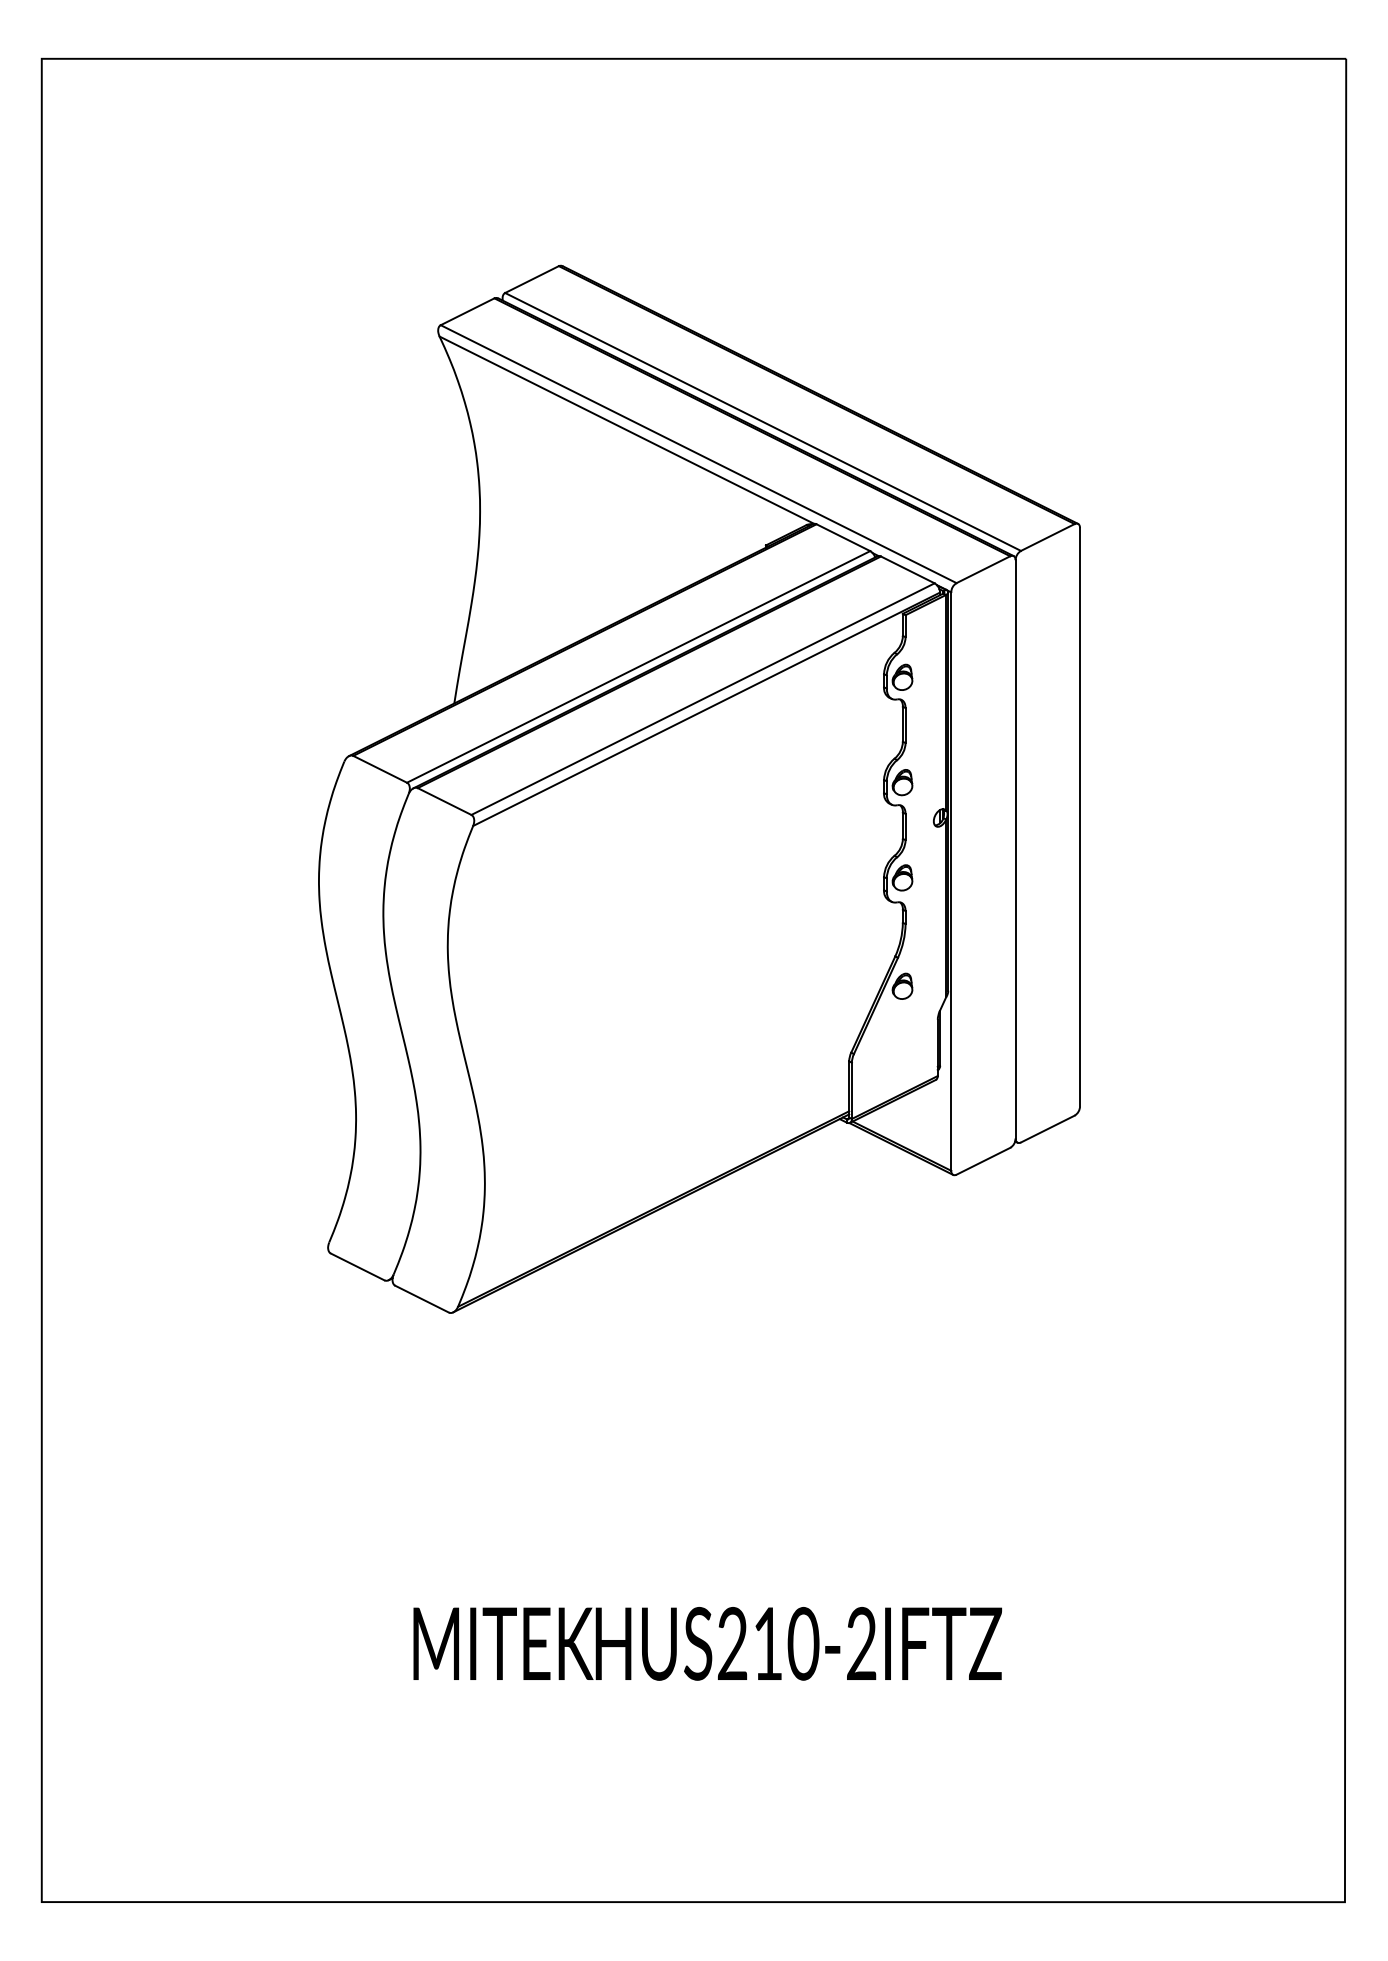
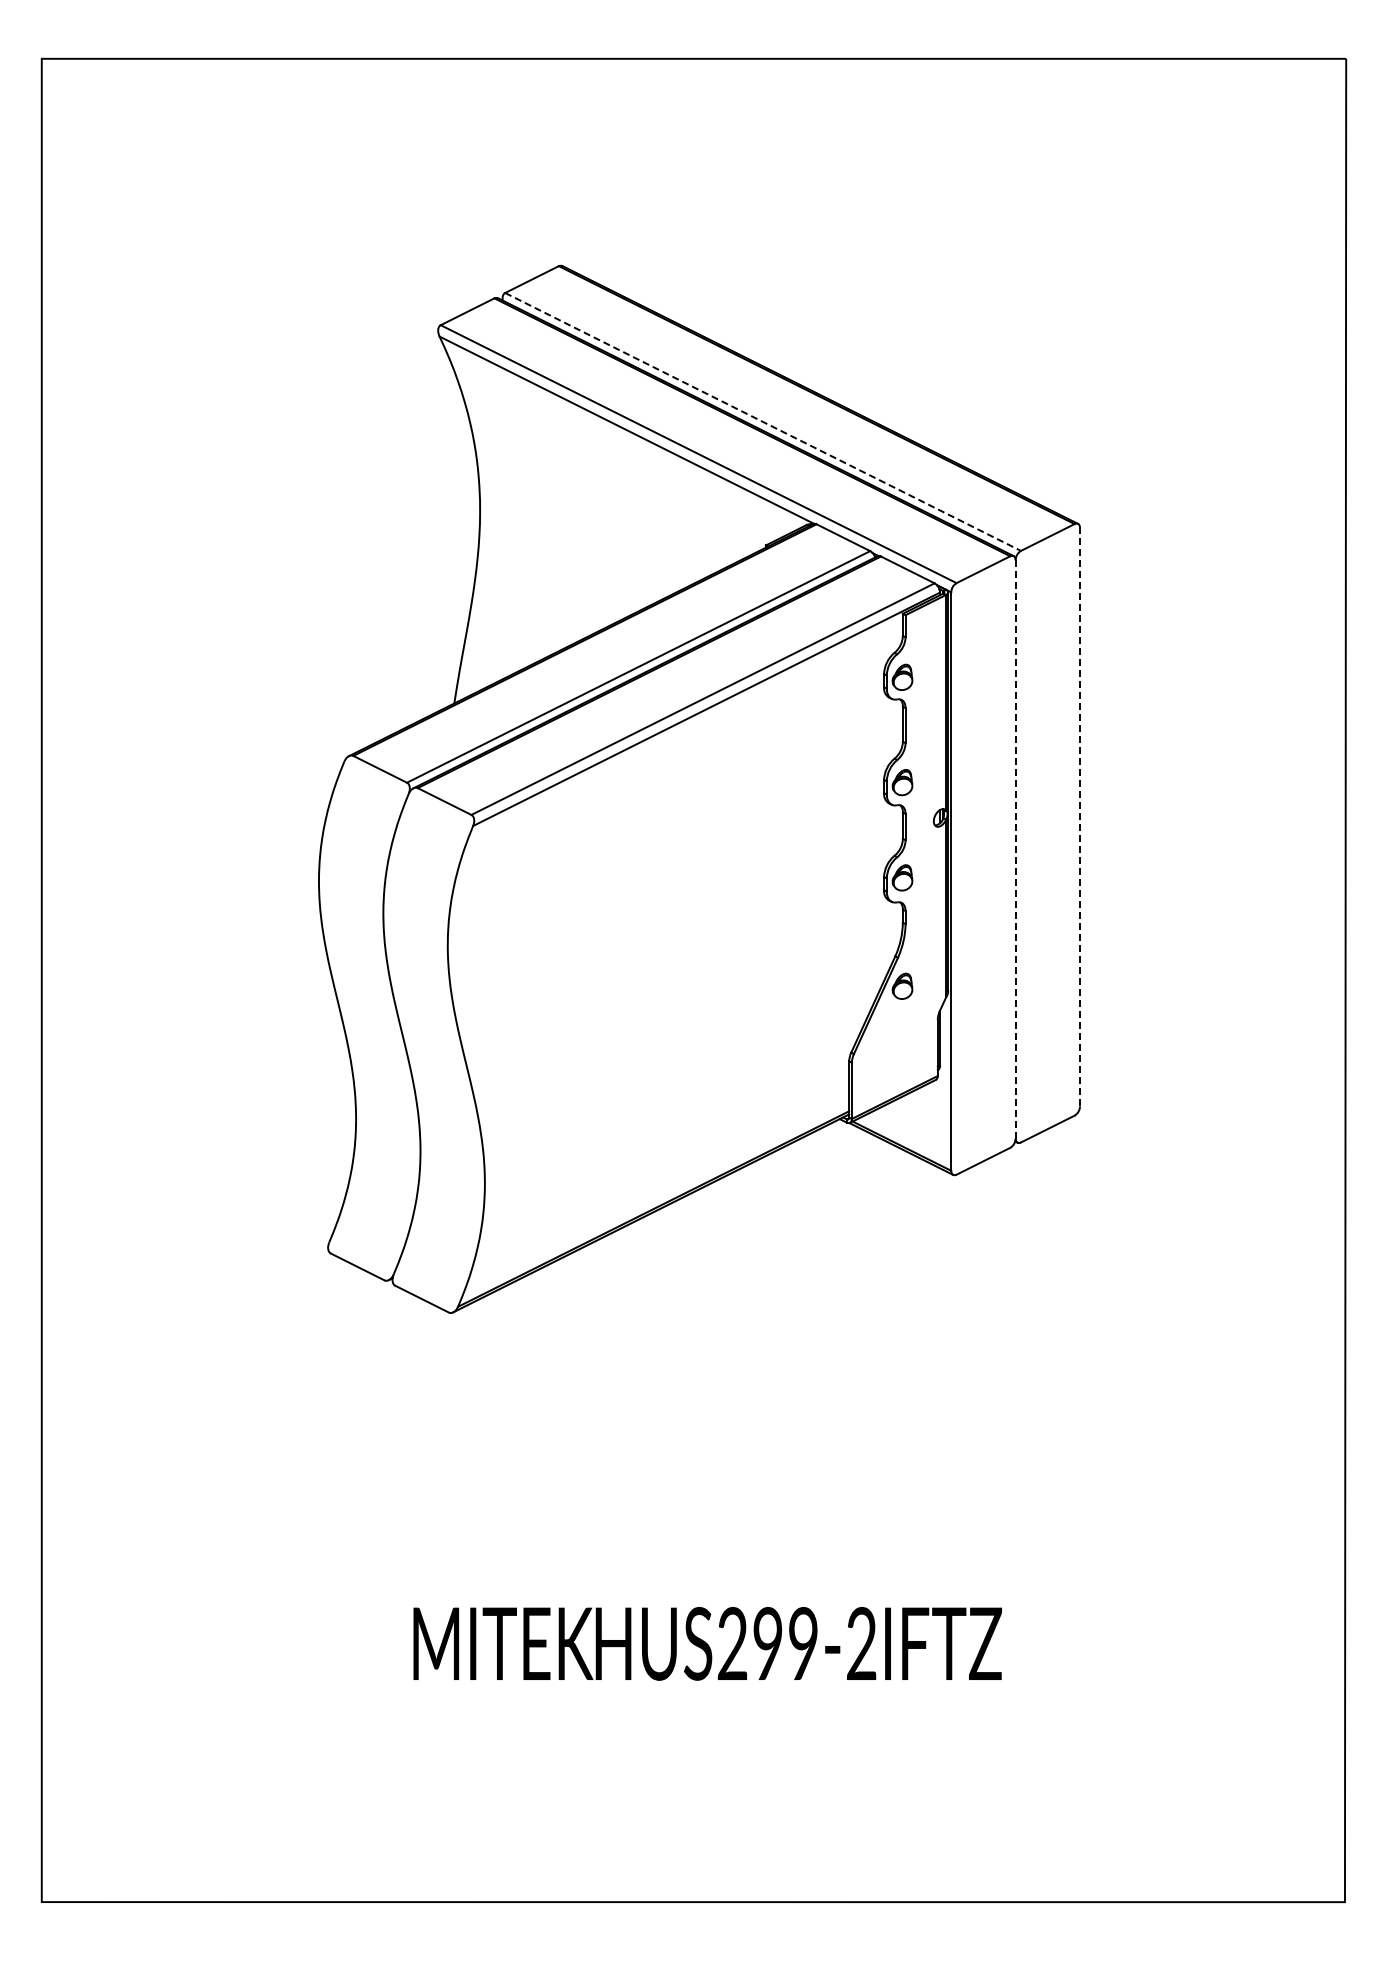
line at (763, 422): solid -> dashed
line at (1080, 816): solid -> dashed
line at (1015, 849): solid -> dashed
text at (786, 1643): HUS210-2IFTZ -> HUS299-2IFTZ
